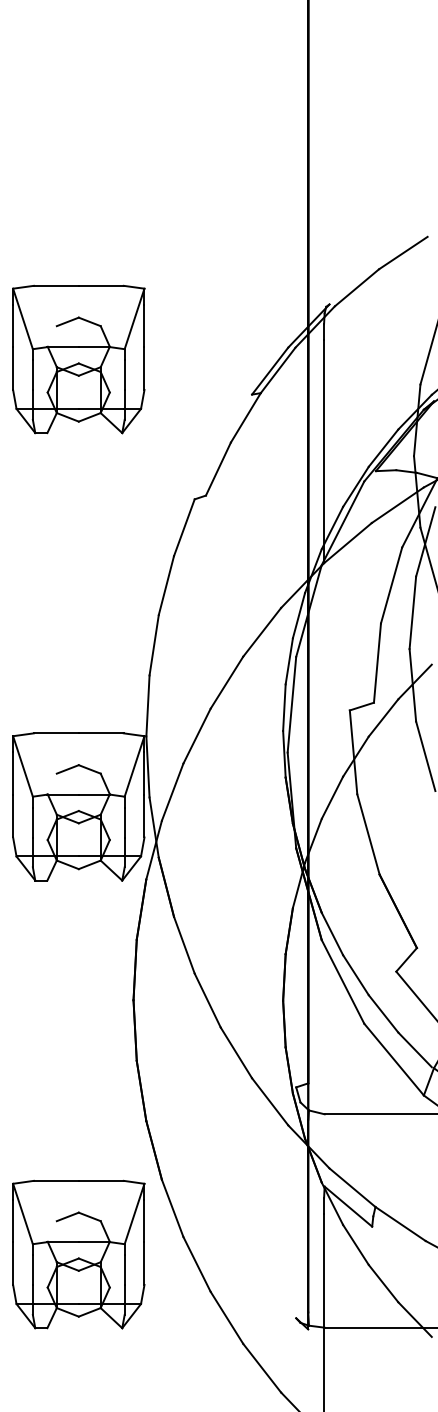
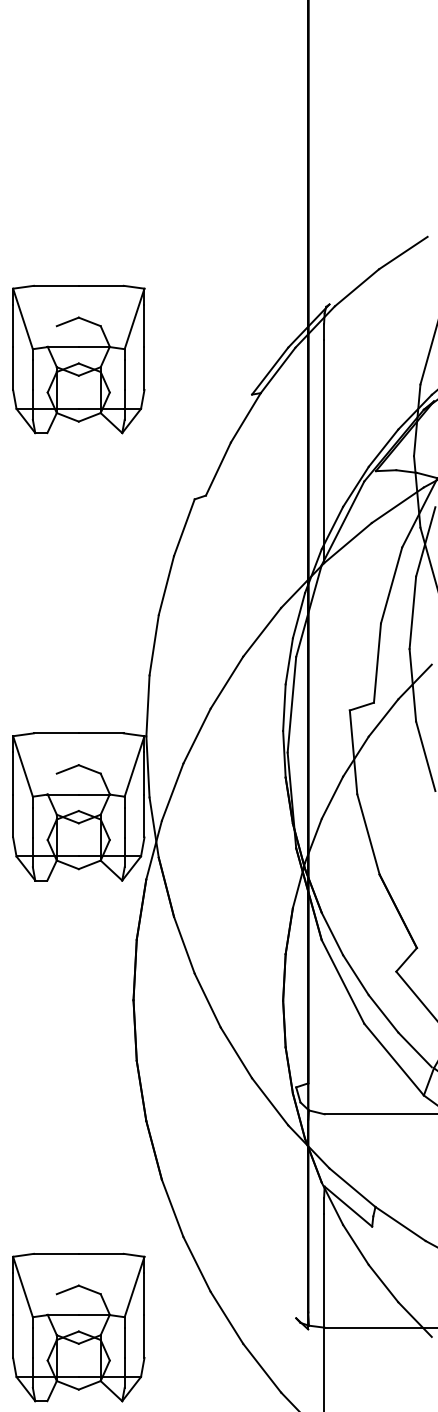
part at (78, 1254) position: (78, 1254) -> (78, 1327)
